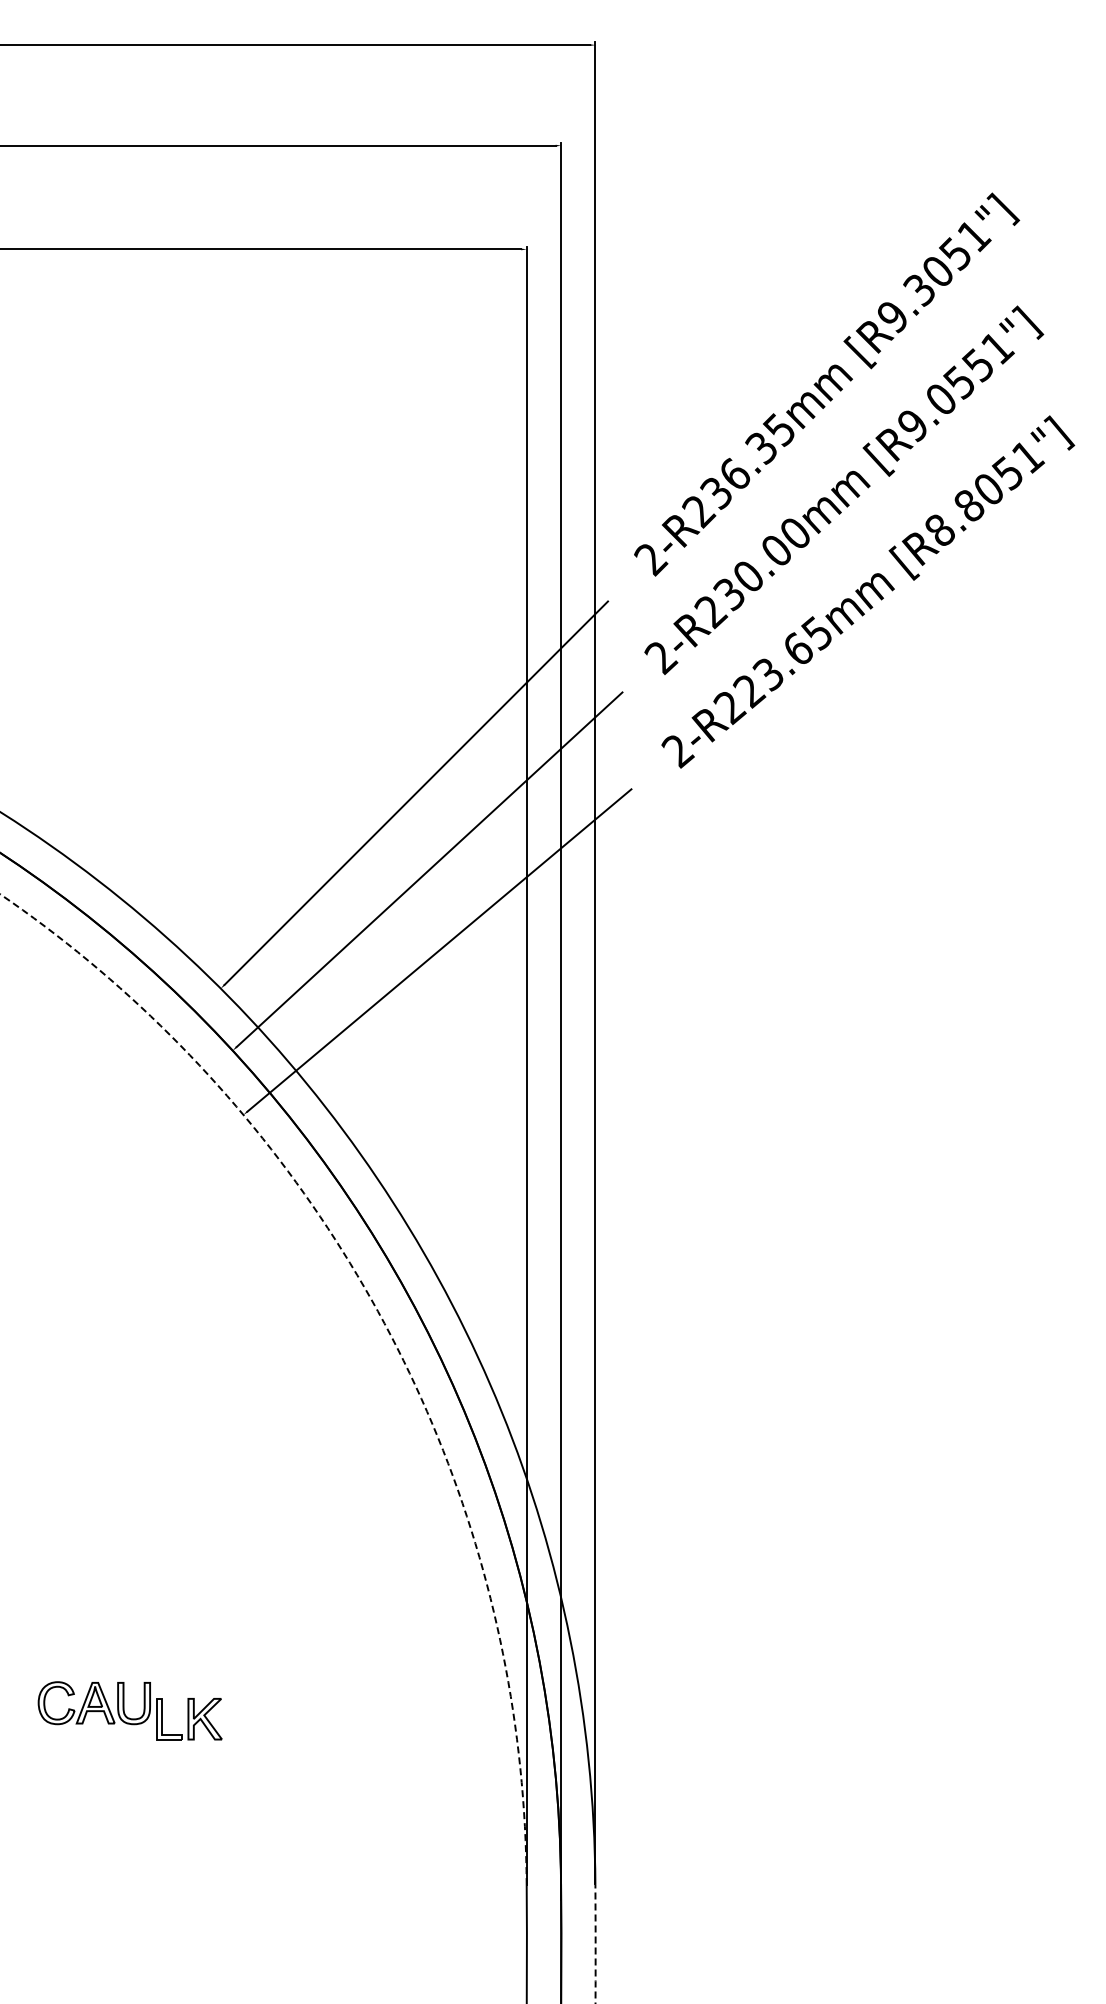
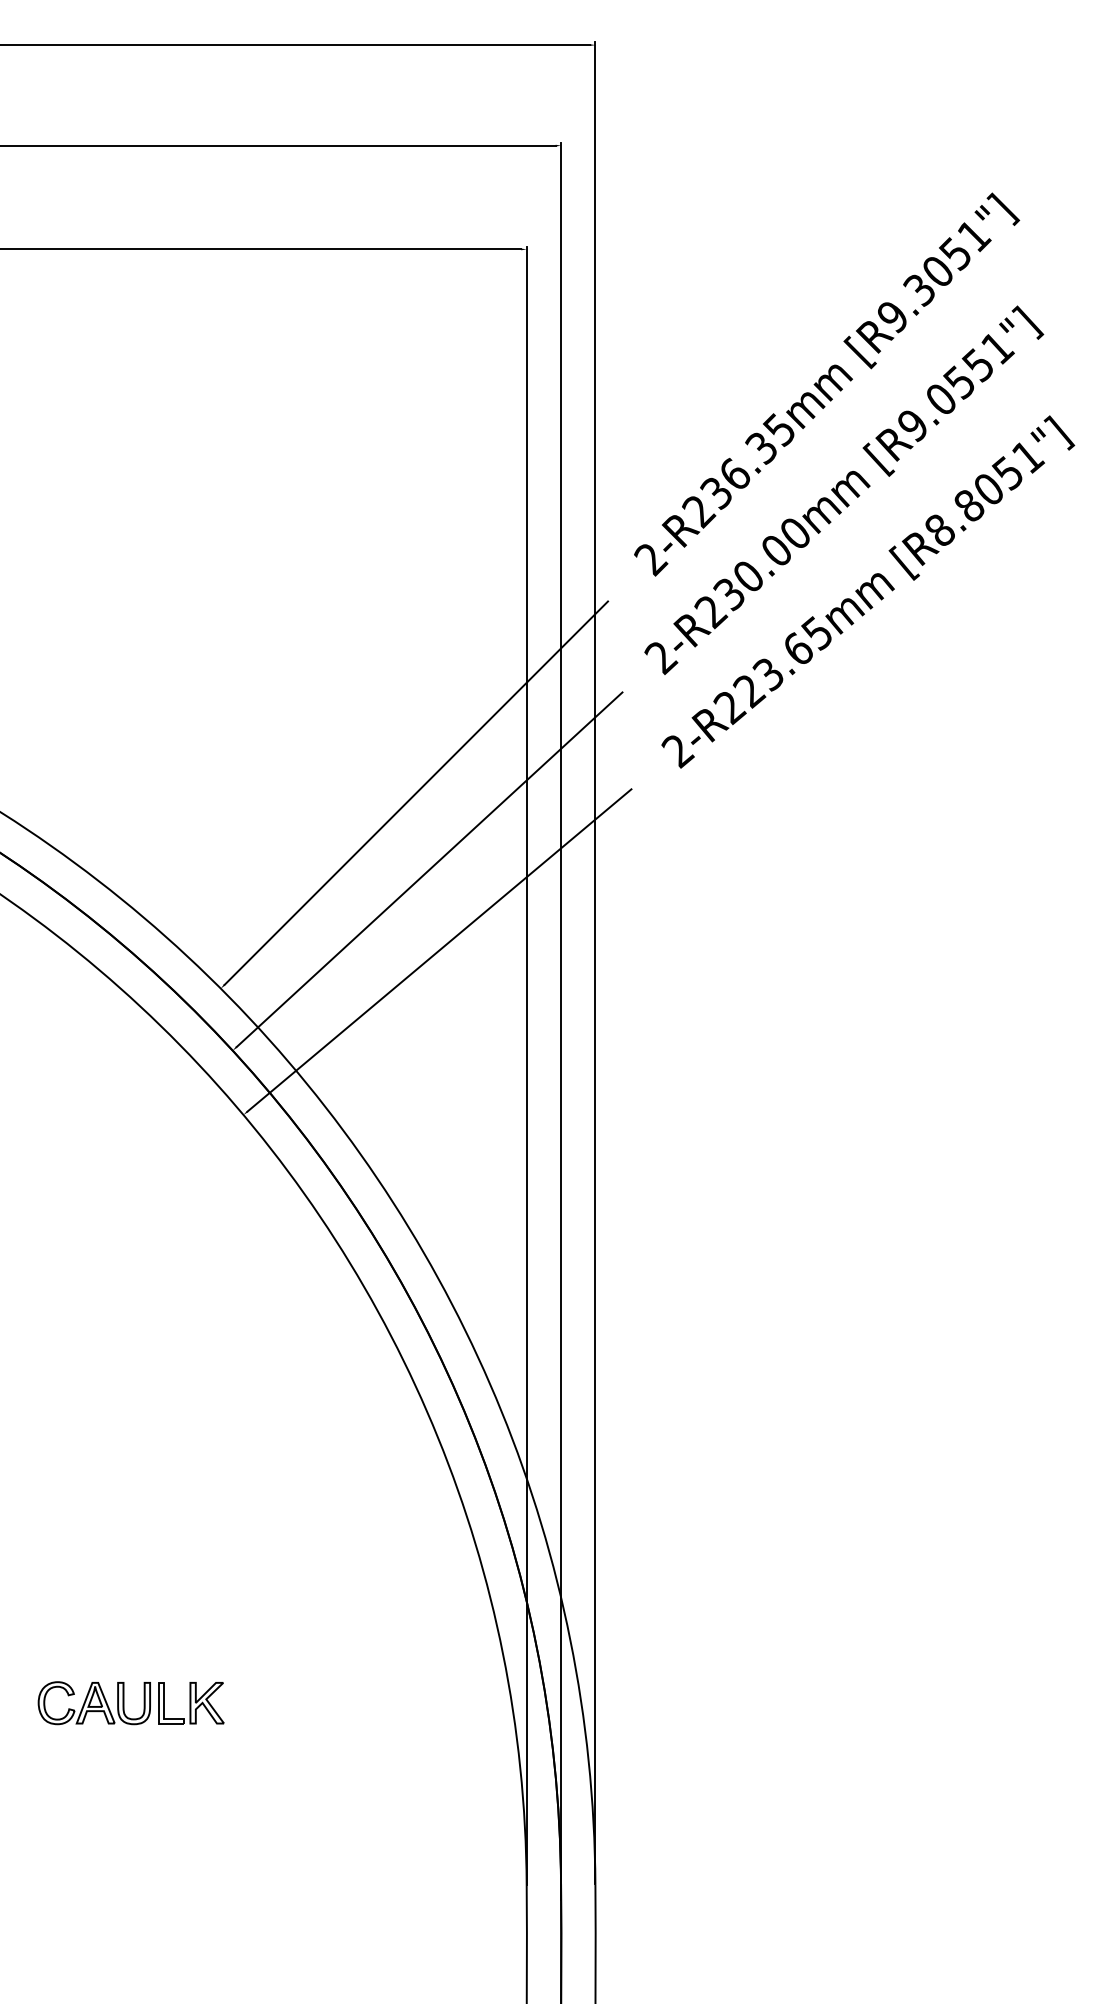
arc at (385, 1326): dashed -> solid
part at (189, 1719) position: (189, 1719) -> (191, 1703)
arc at (595, 1944): dashed -> solid
